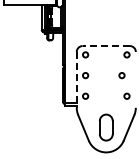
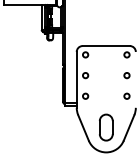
line at (106, 46): dashed -> solid
circle at (121, 75) position: (121, 75) -> (126, 75)
line at (76, 79): dashed -> solid
